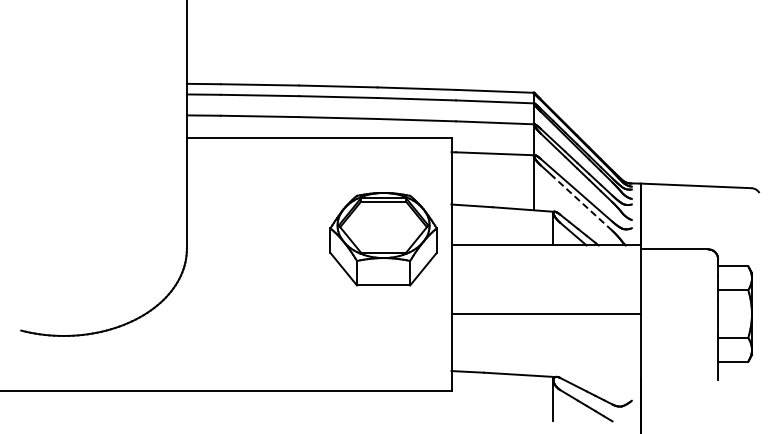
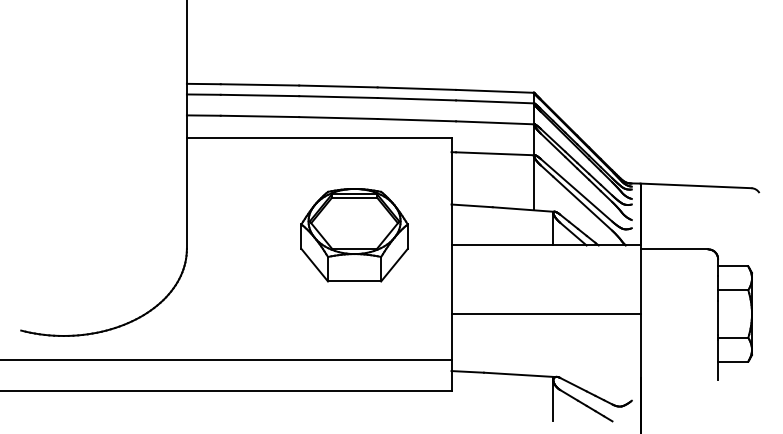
line at (582, 203): dashed -> solid
part at (383, 239) position: (383, 239) -> (354, 235)
line at (226, 360): none -> present
